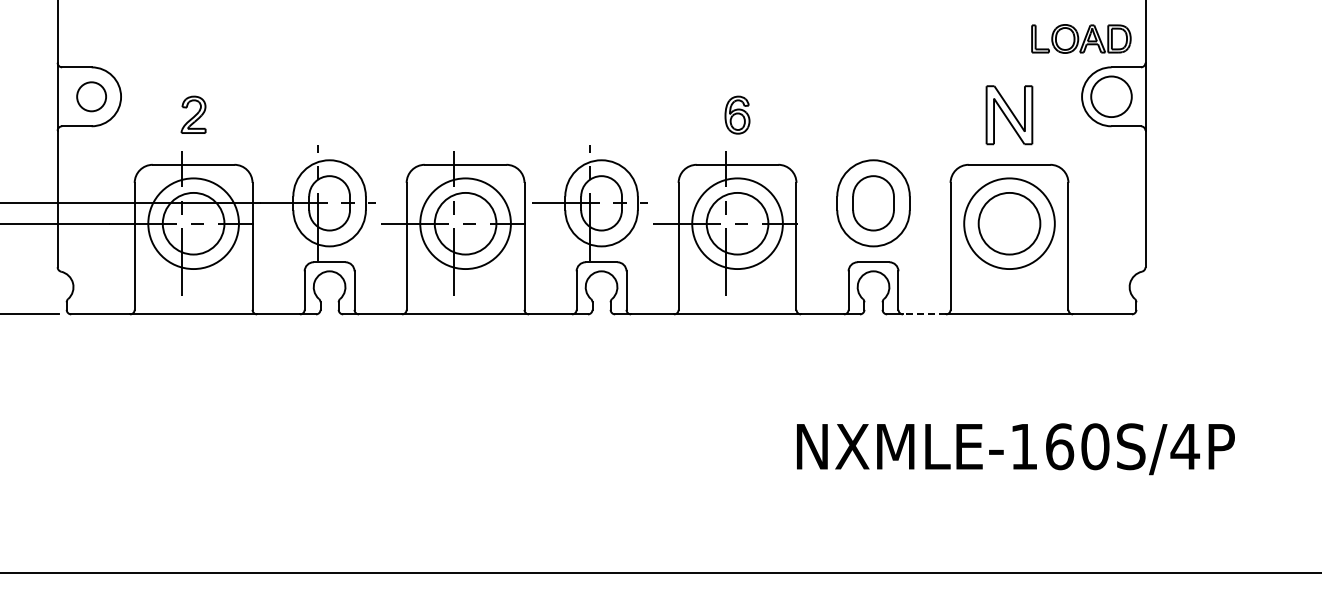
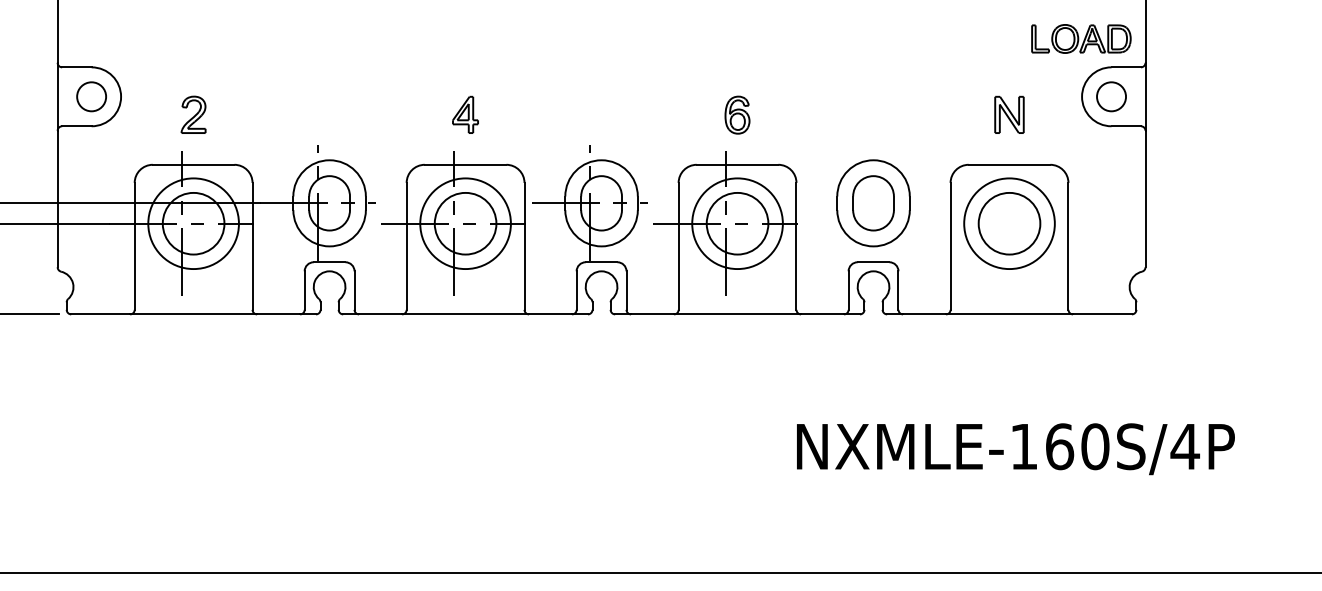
circle at (1111, 96) diameter: 41 px -> 29 px
part at (465, 114): none -> present
part at (1009, 115) size: 49x61 px -> 31x39 px
line at (924, 314): dashed -> solid
